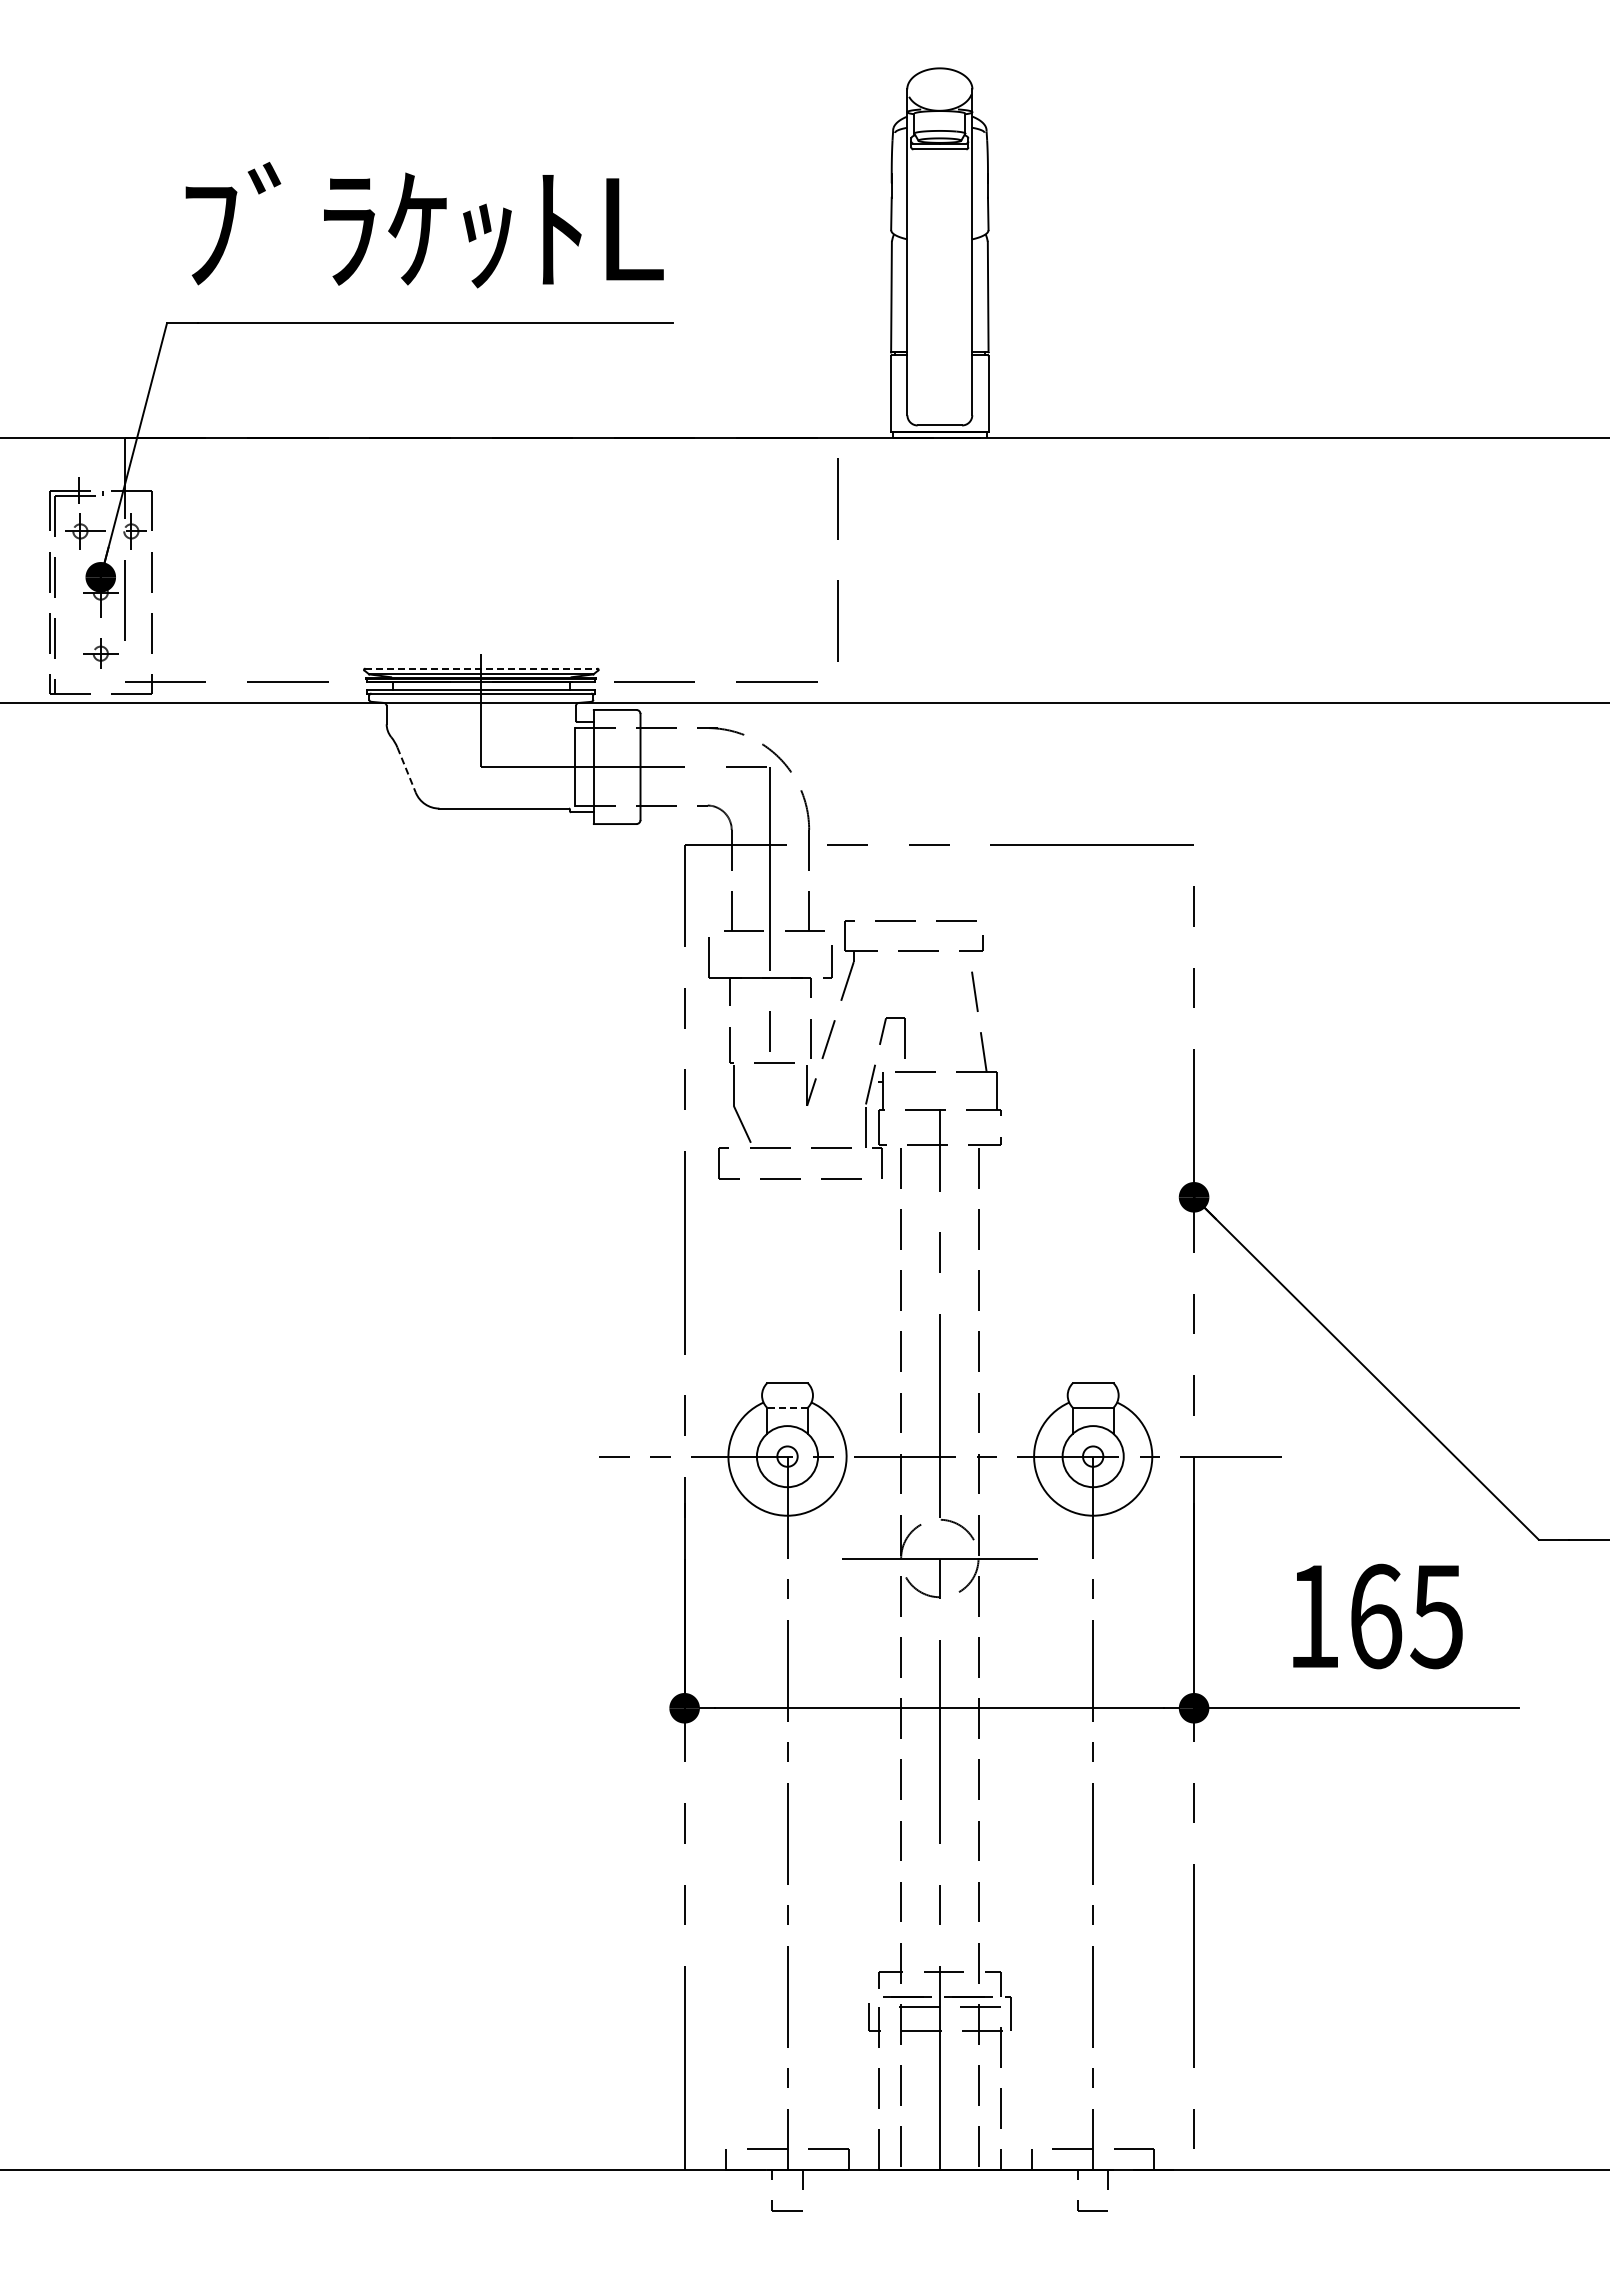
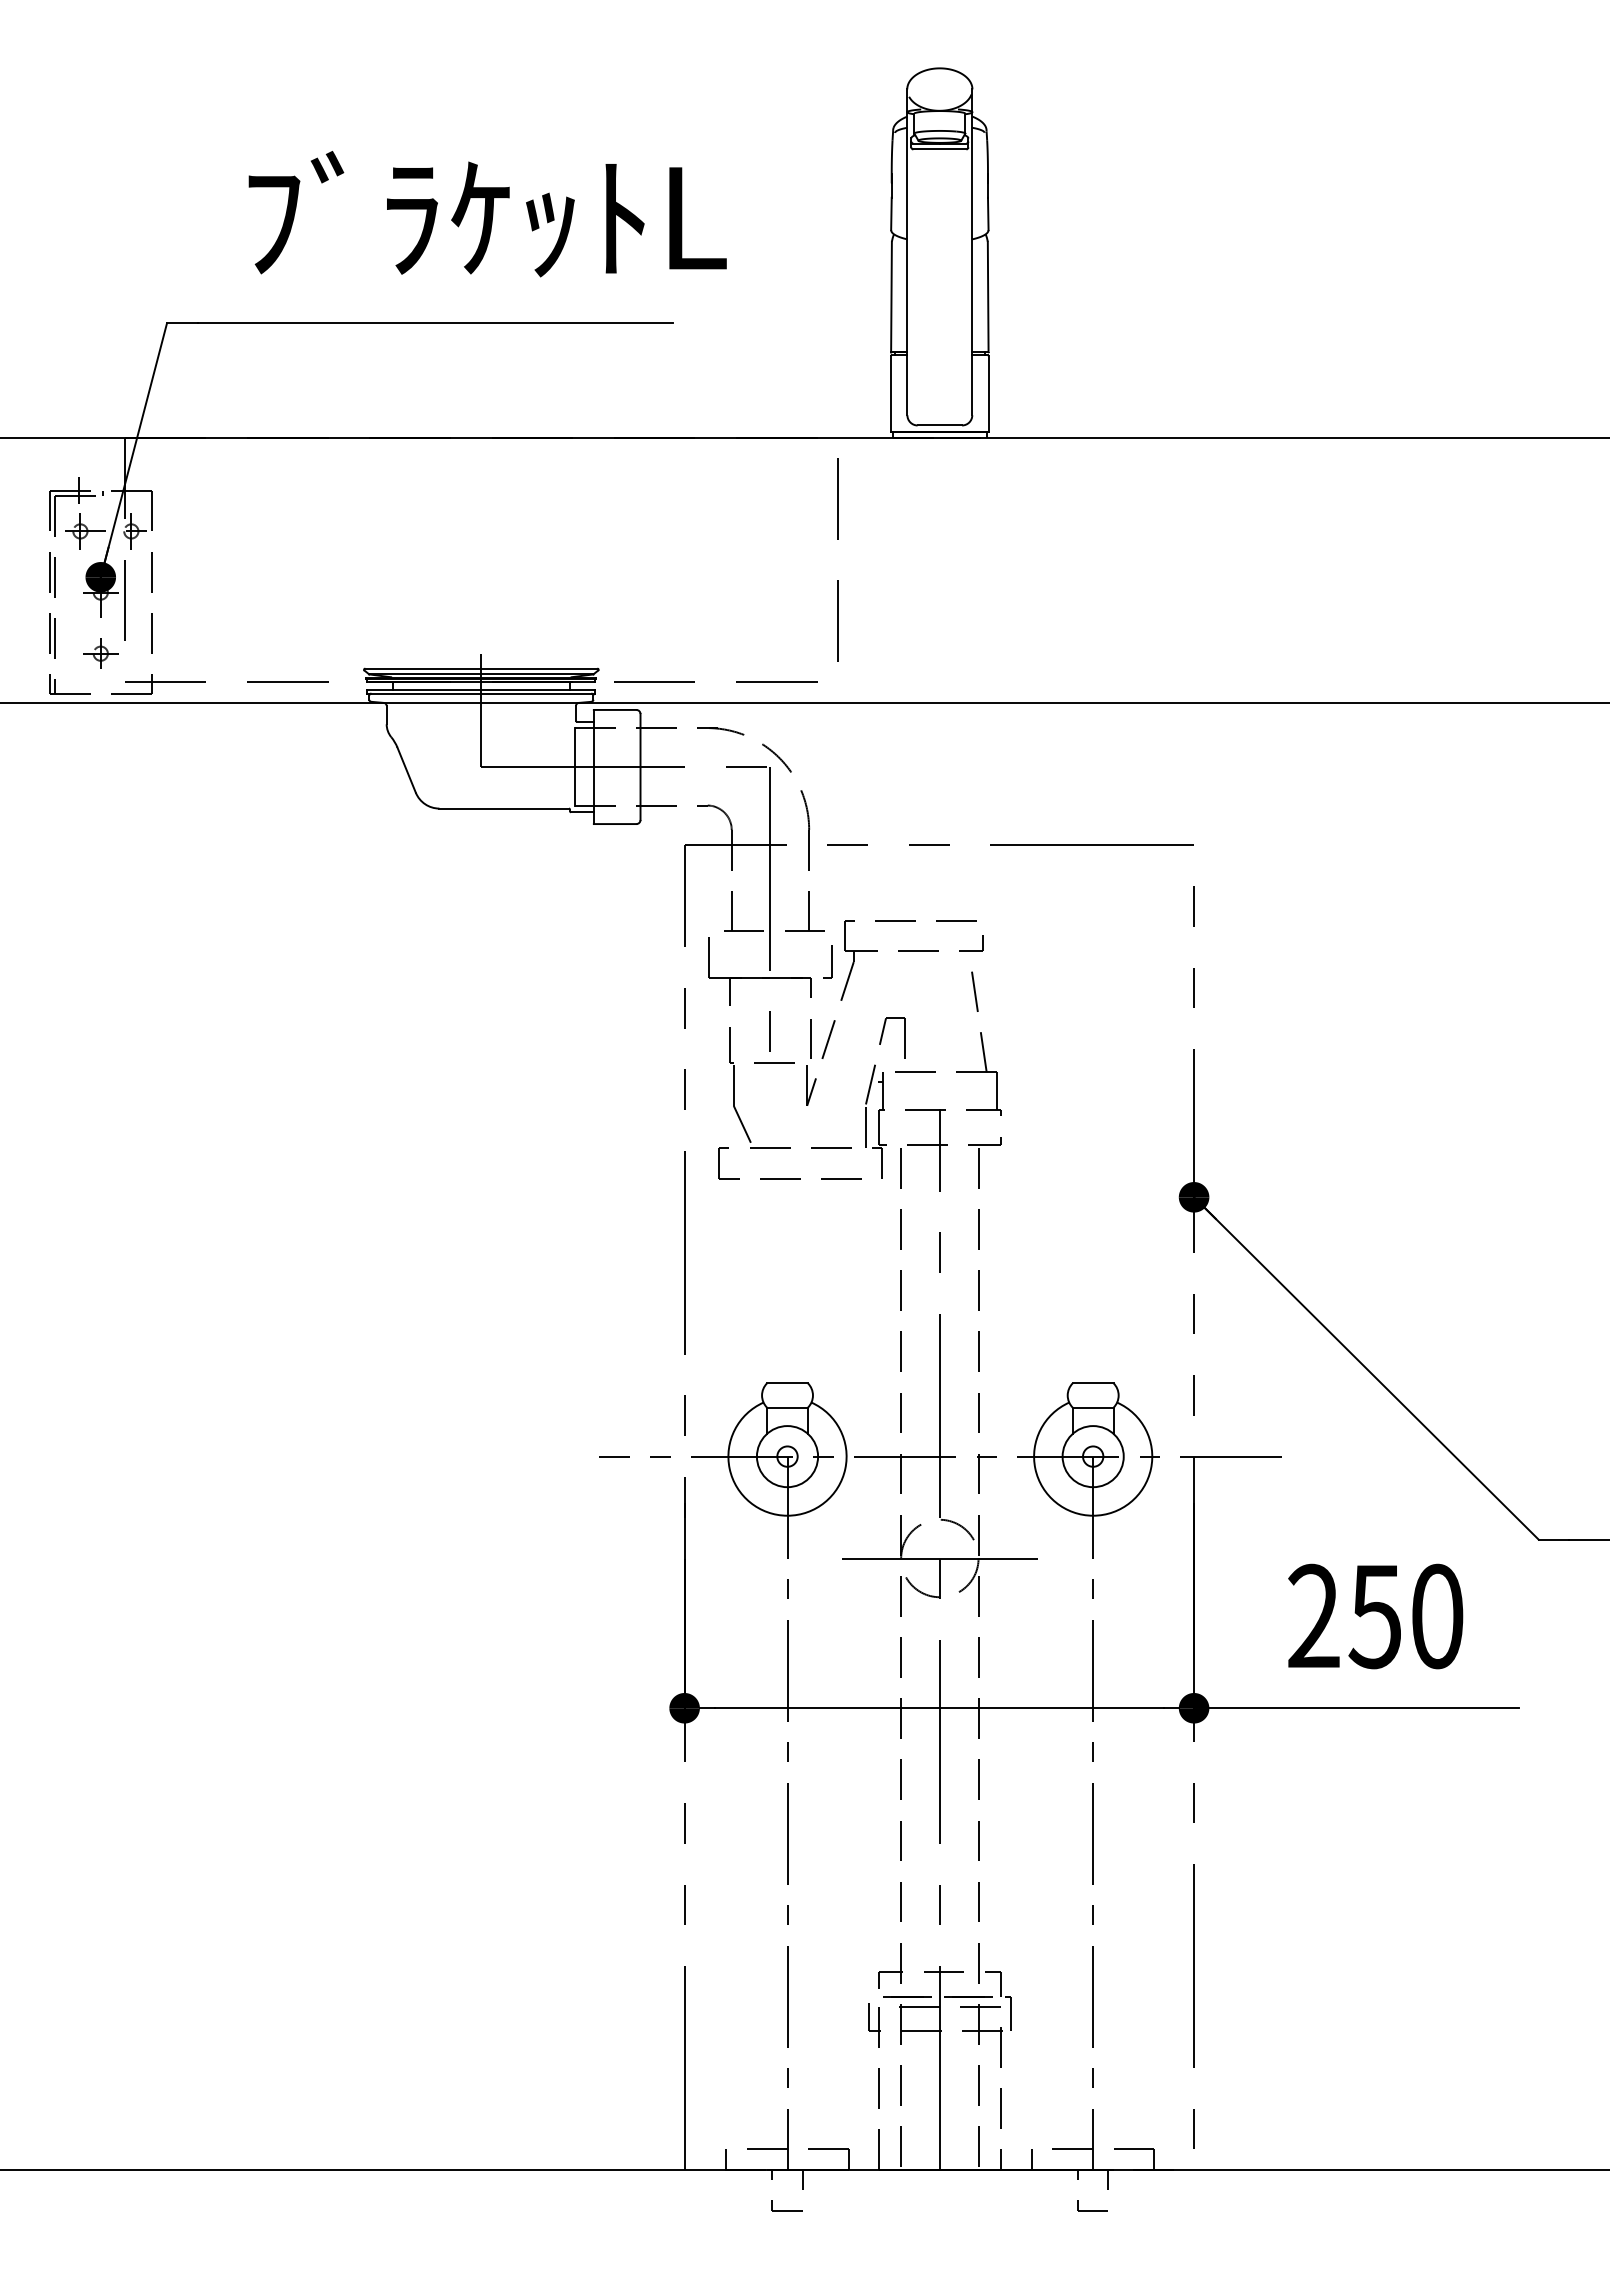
text at (424, 225) position: (424, 225) -> (487, 214)
line at (481, 668): dashed -> solid
line at (406, 770): dashed -> solid
line at (787, 1407): dashed -> solid
text at (1375, 1616): 165 -> 250
